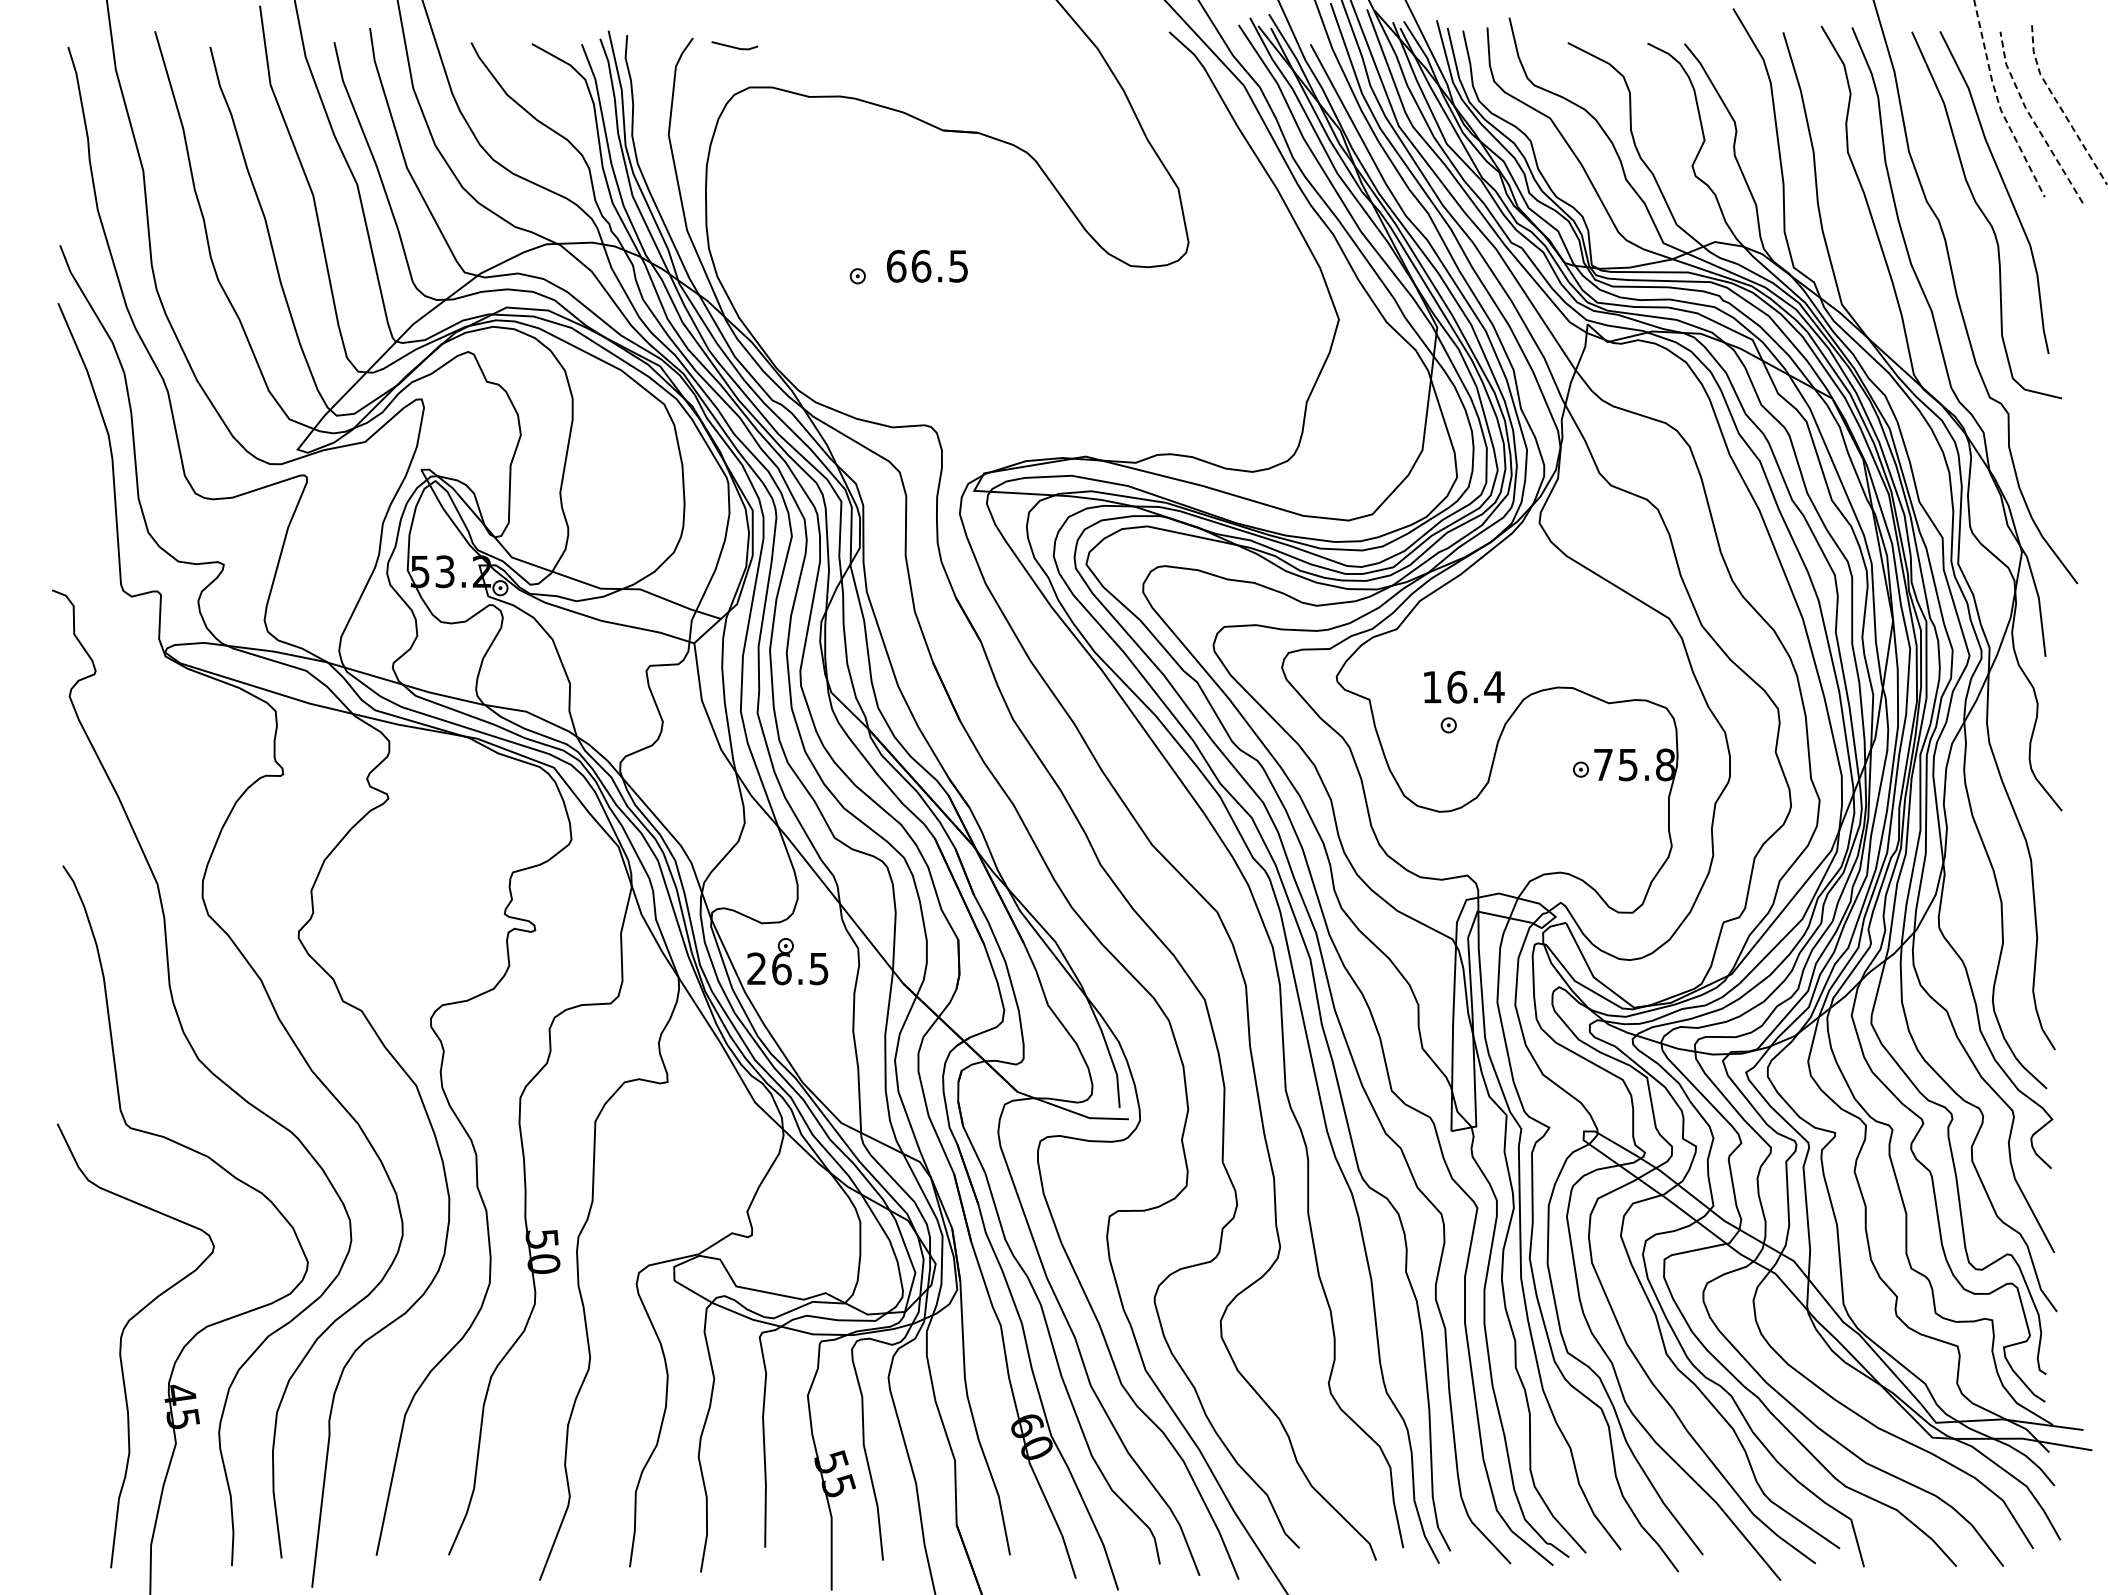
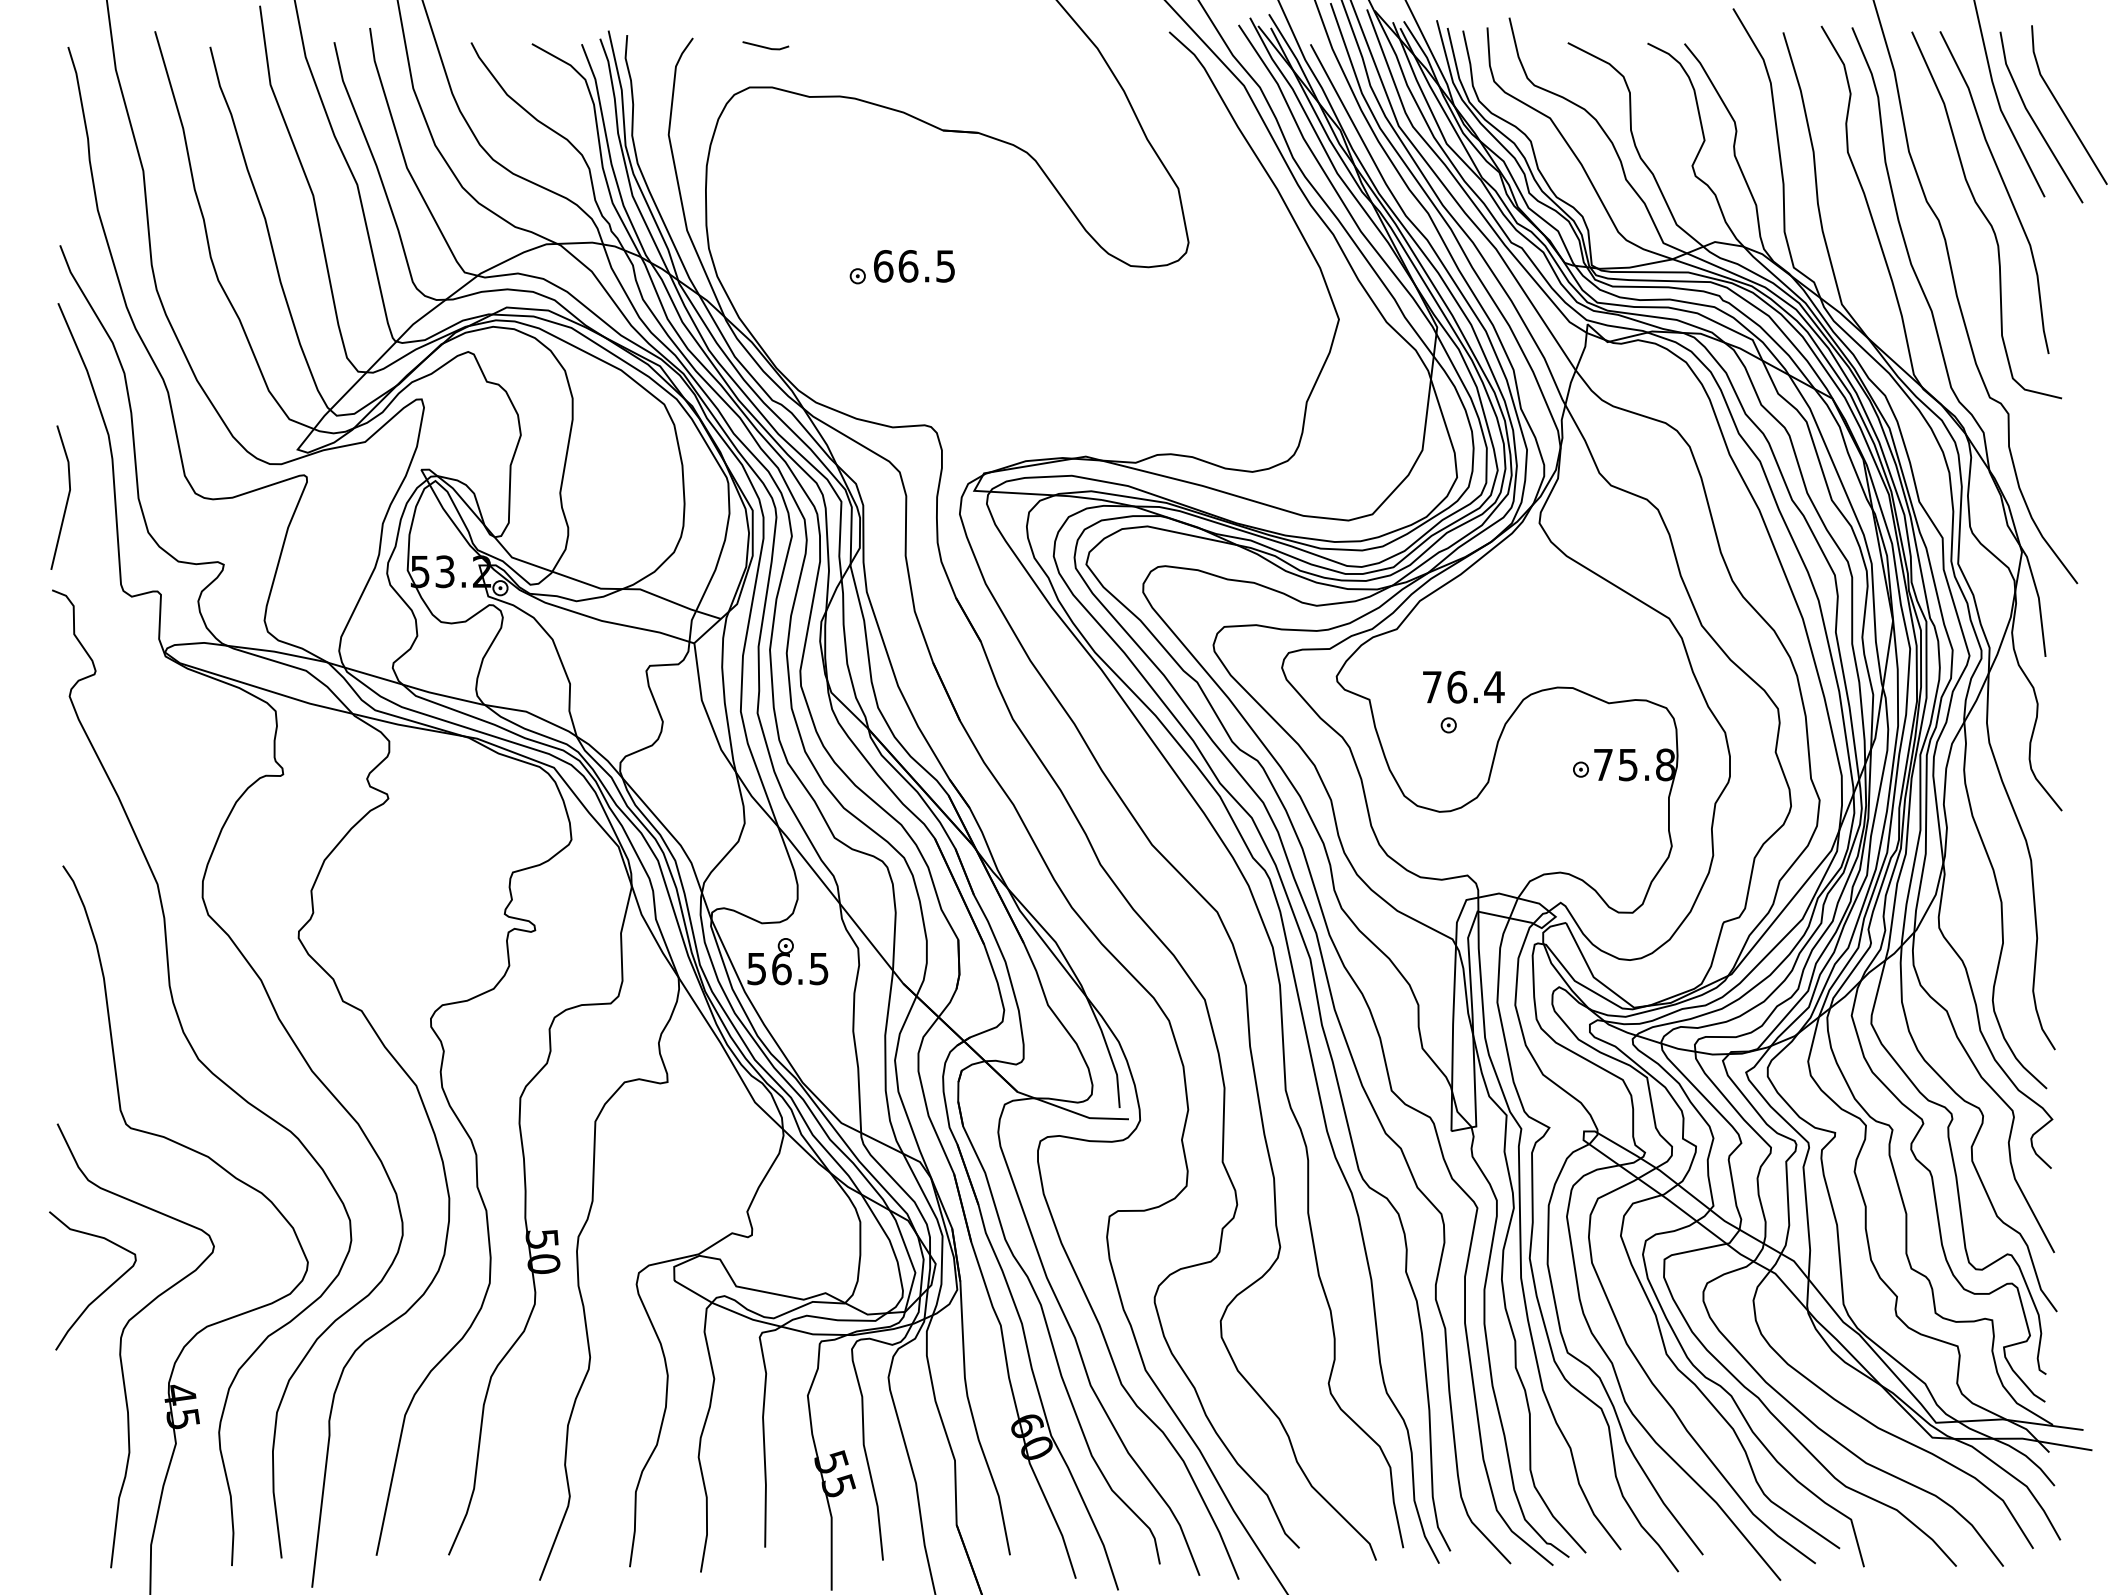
line at (734, 46) position: (734, 46) -> (765, 46)
line at (1998, 103): dashed -> solid
line at (2060, 107): dashed -> solid
line at (2032, 119): dashed -> solid
text at (927, 266) position: (927, 266) -> (914, 266)
line at (66, 500): none -> present
text at (1432, 687): 16.4 -> 76.4
text at (756, 968): 26.5 -> 56.5
curve at (101, 1292): none -> present
